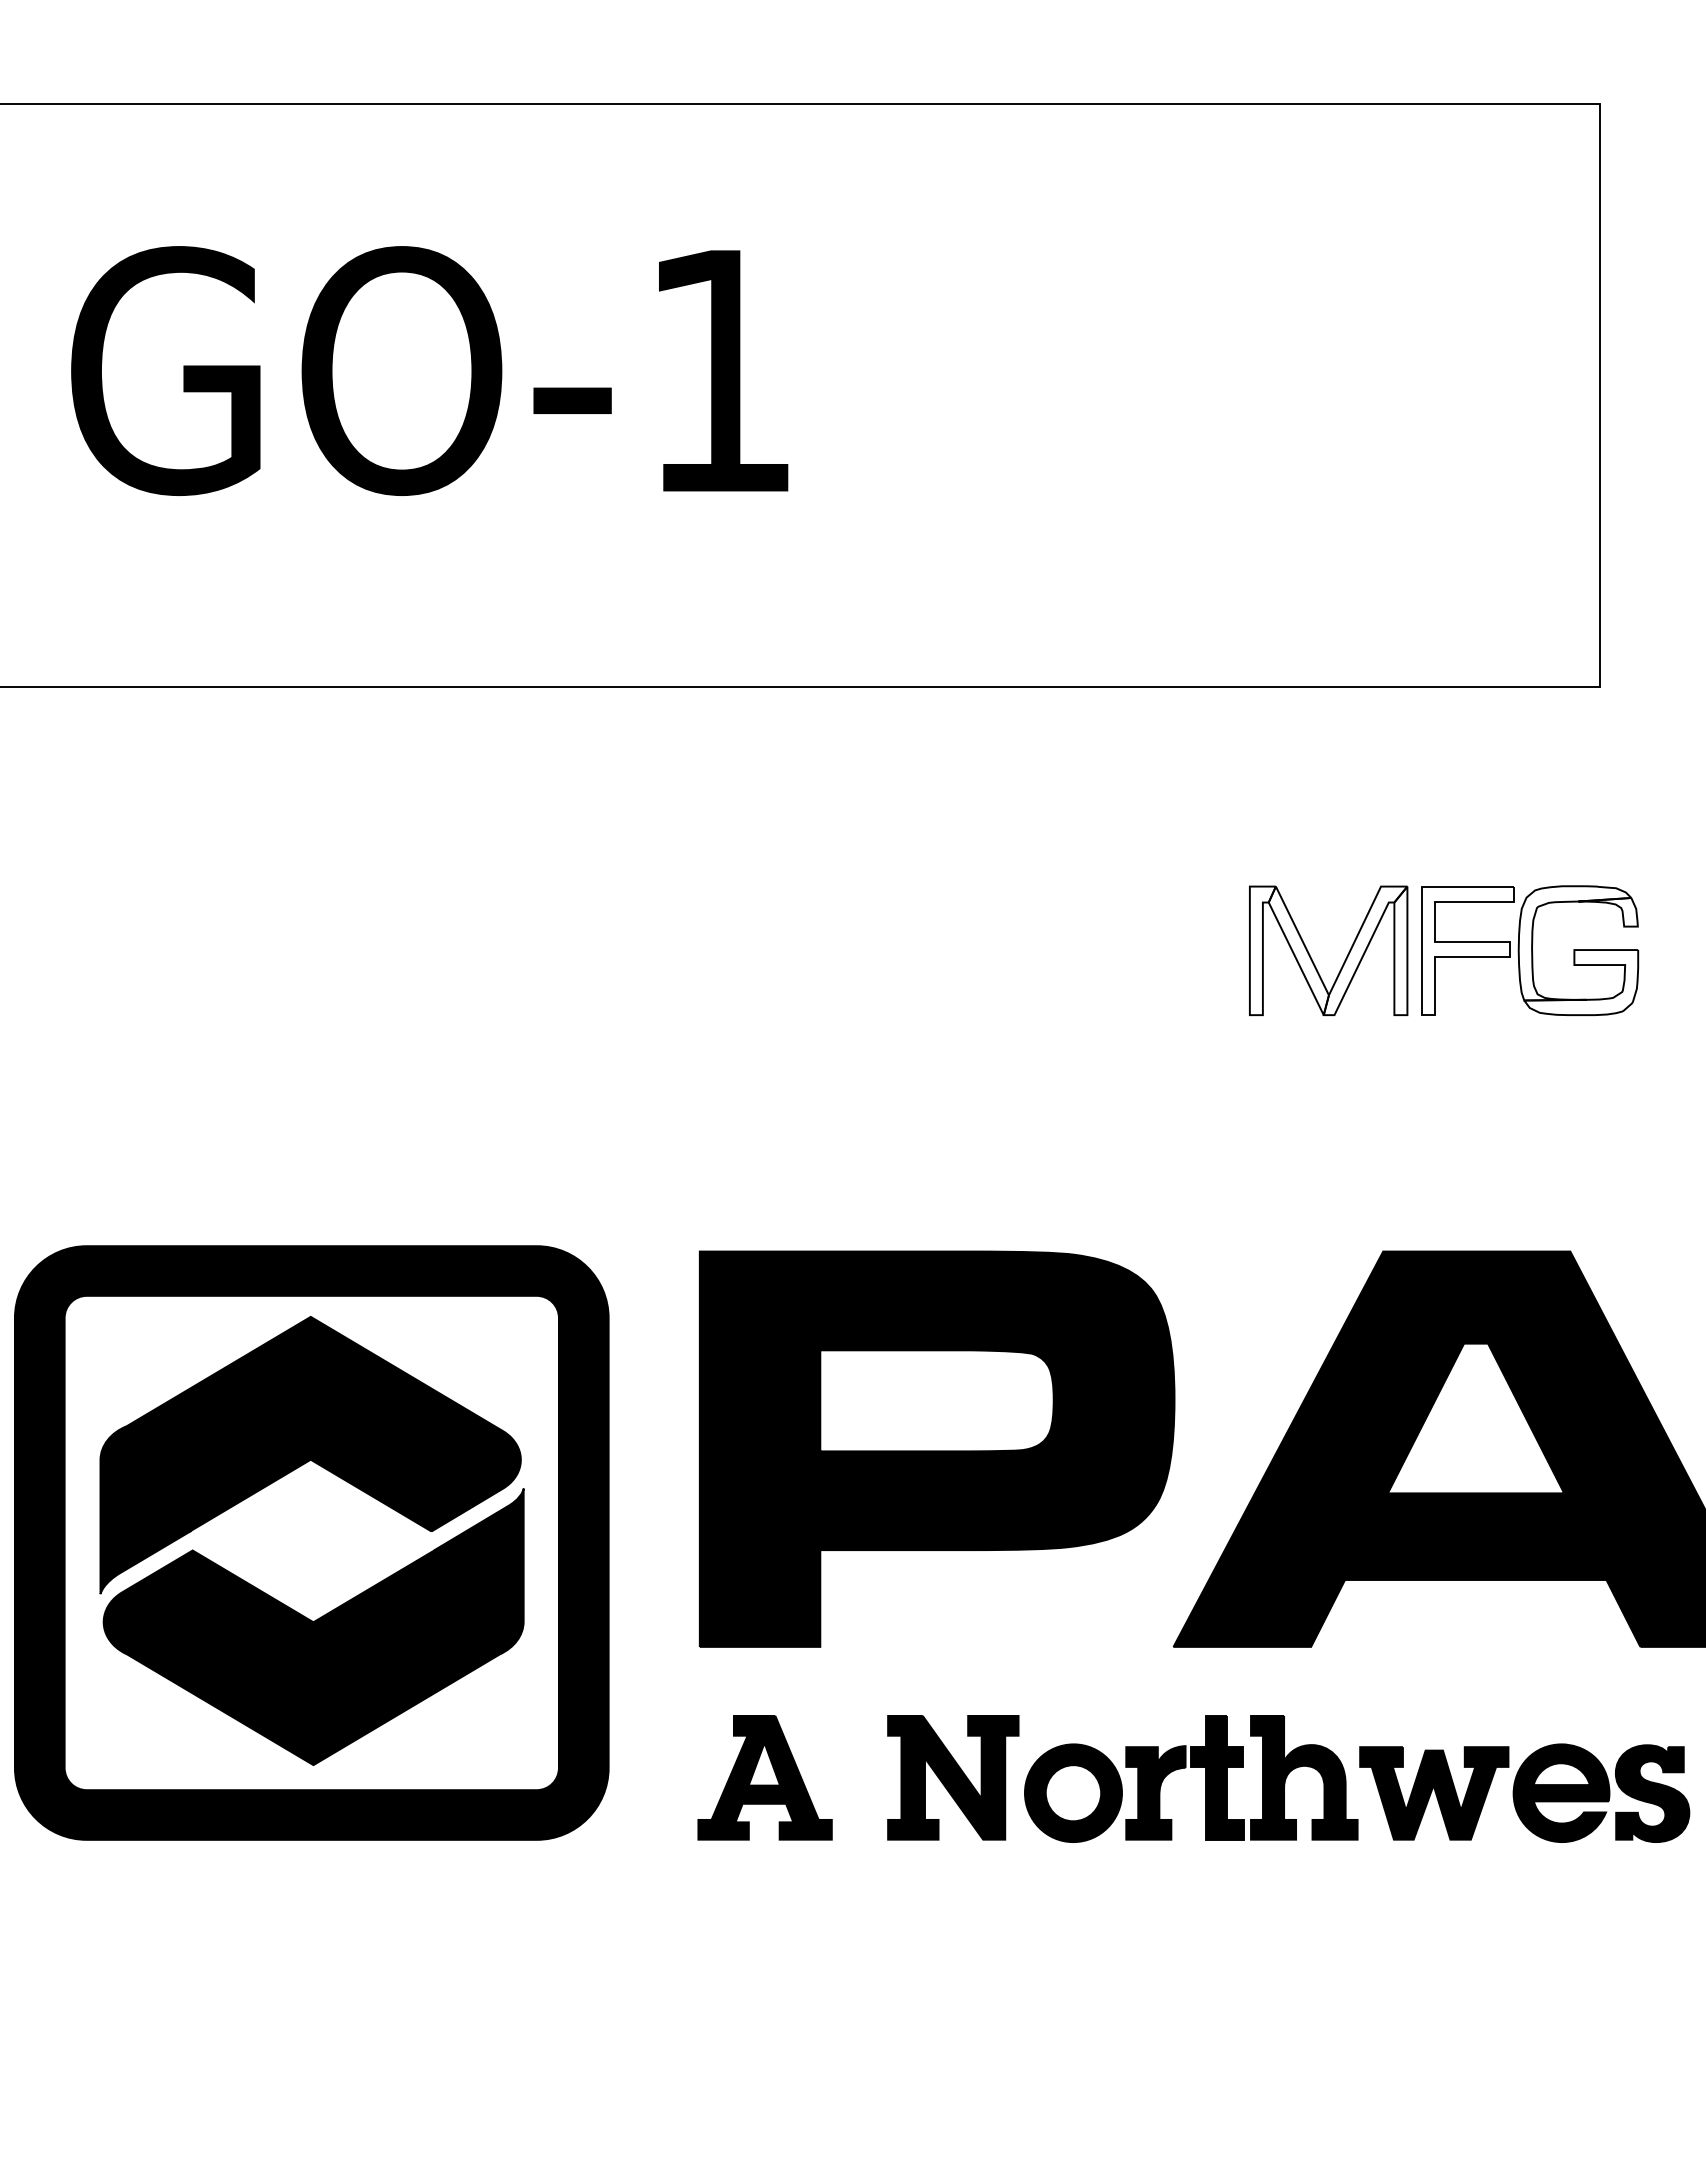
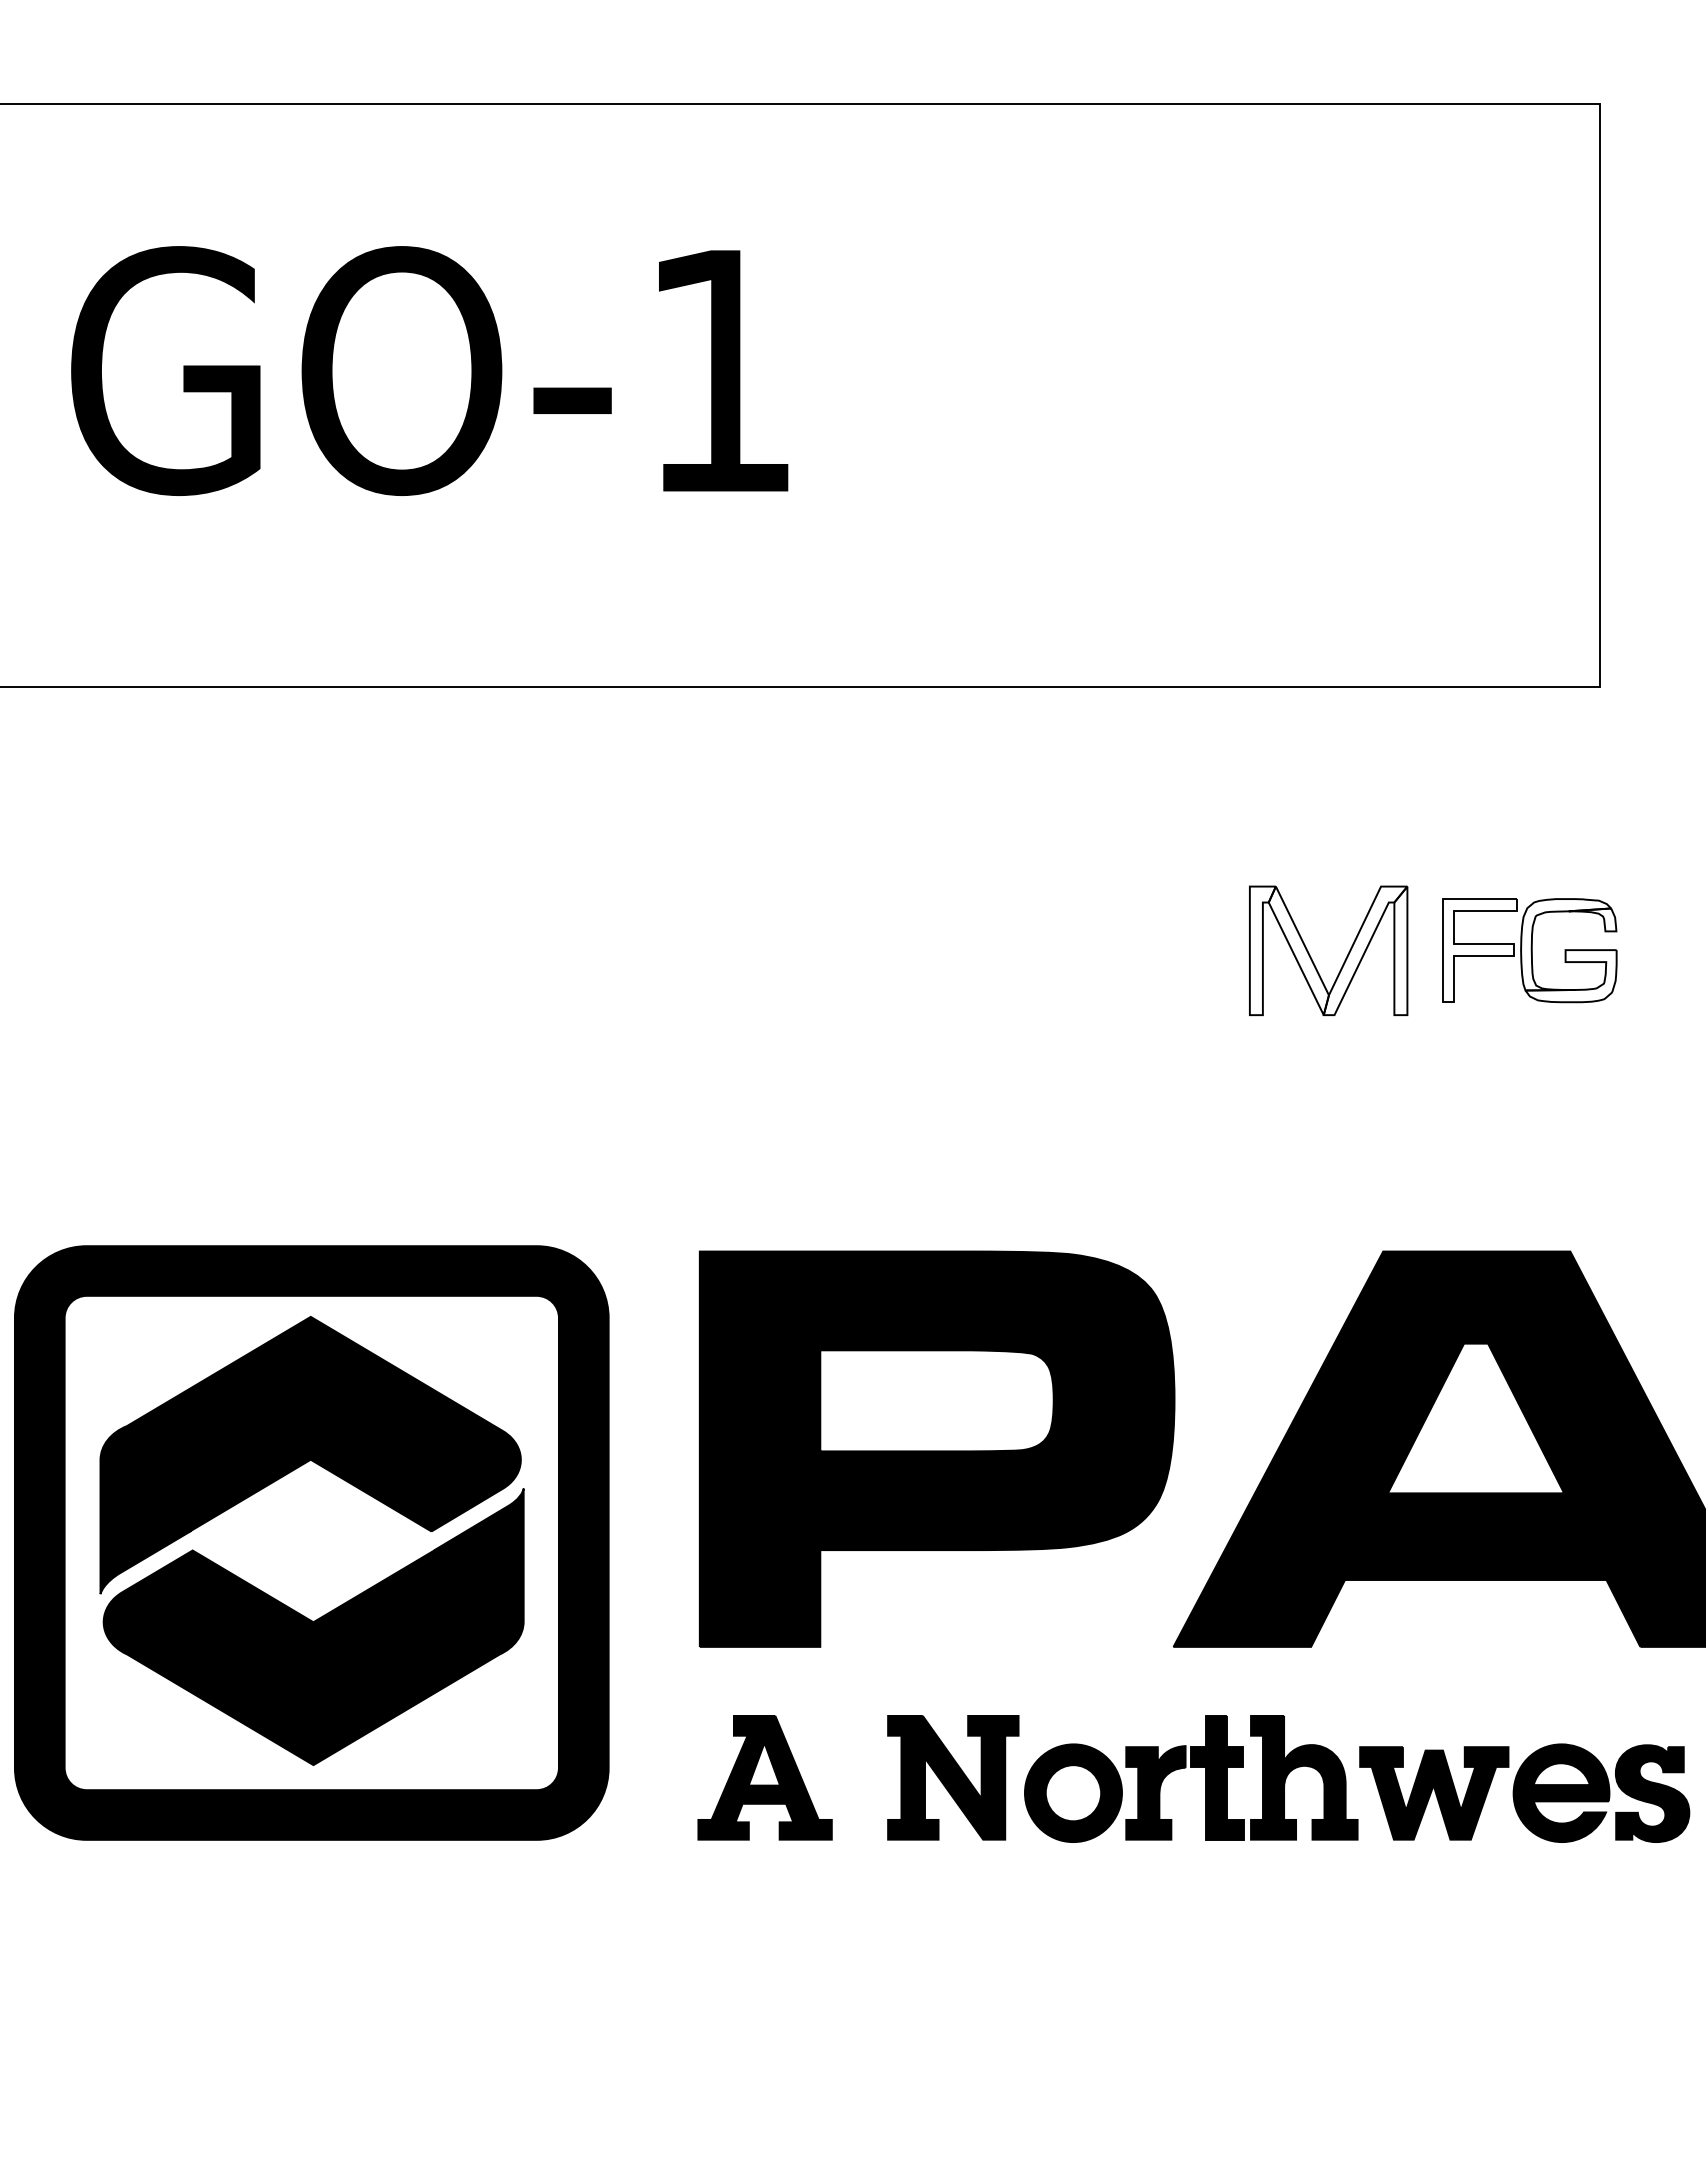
part at (1530, 950) size: 219x131 px -> 176x106 px
